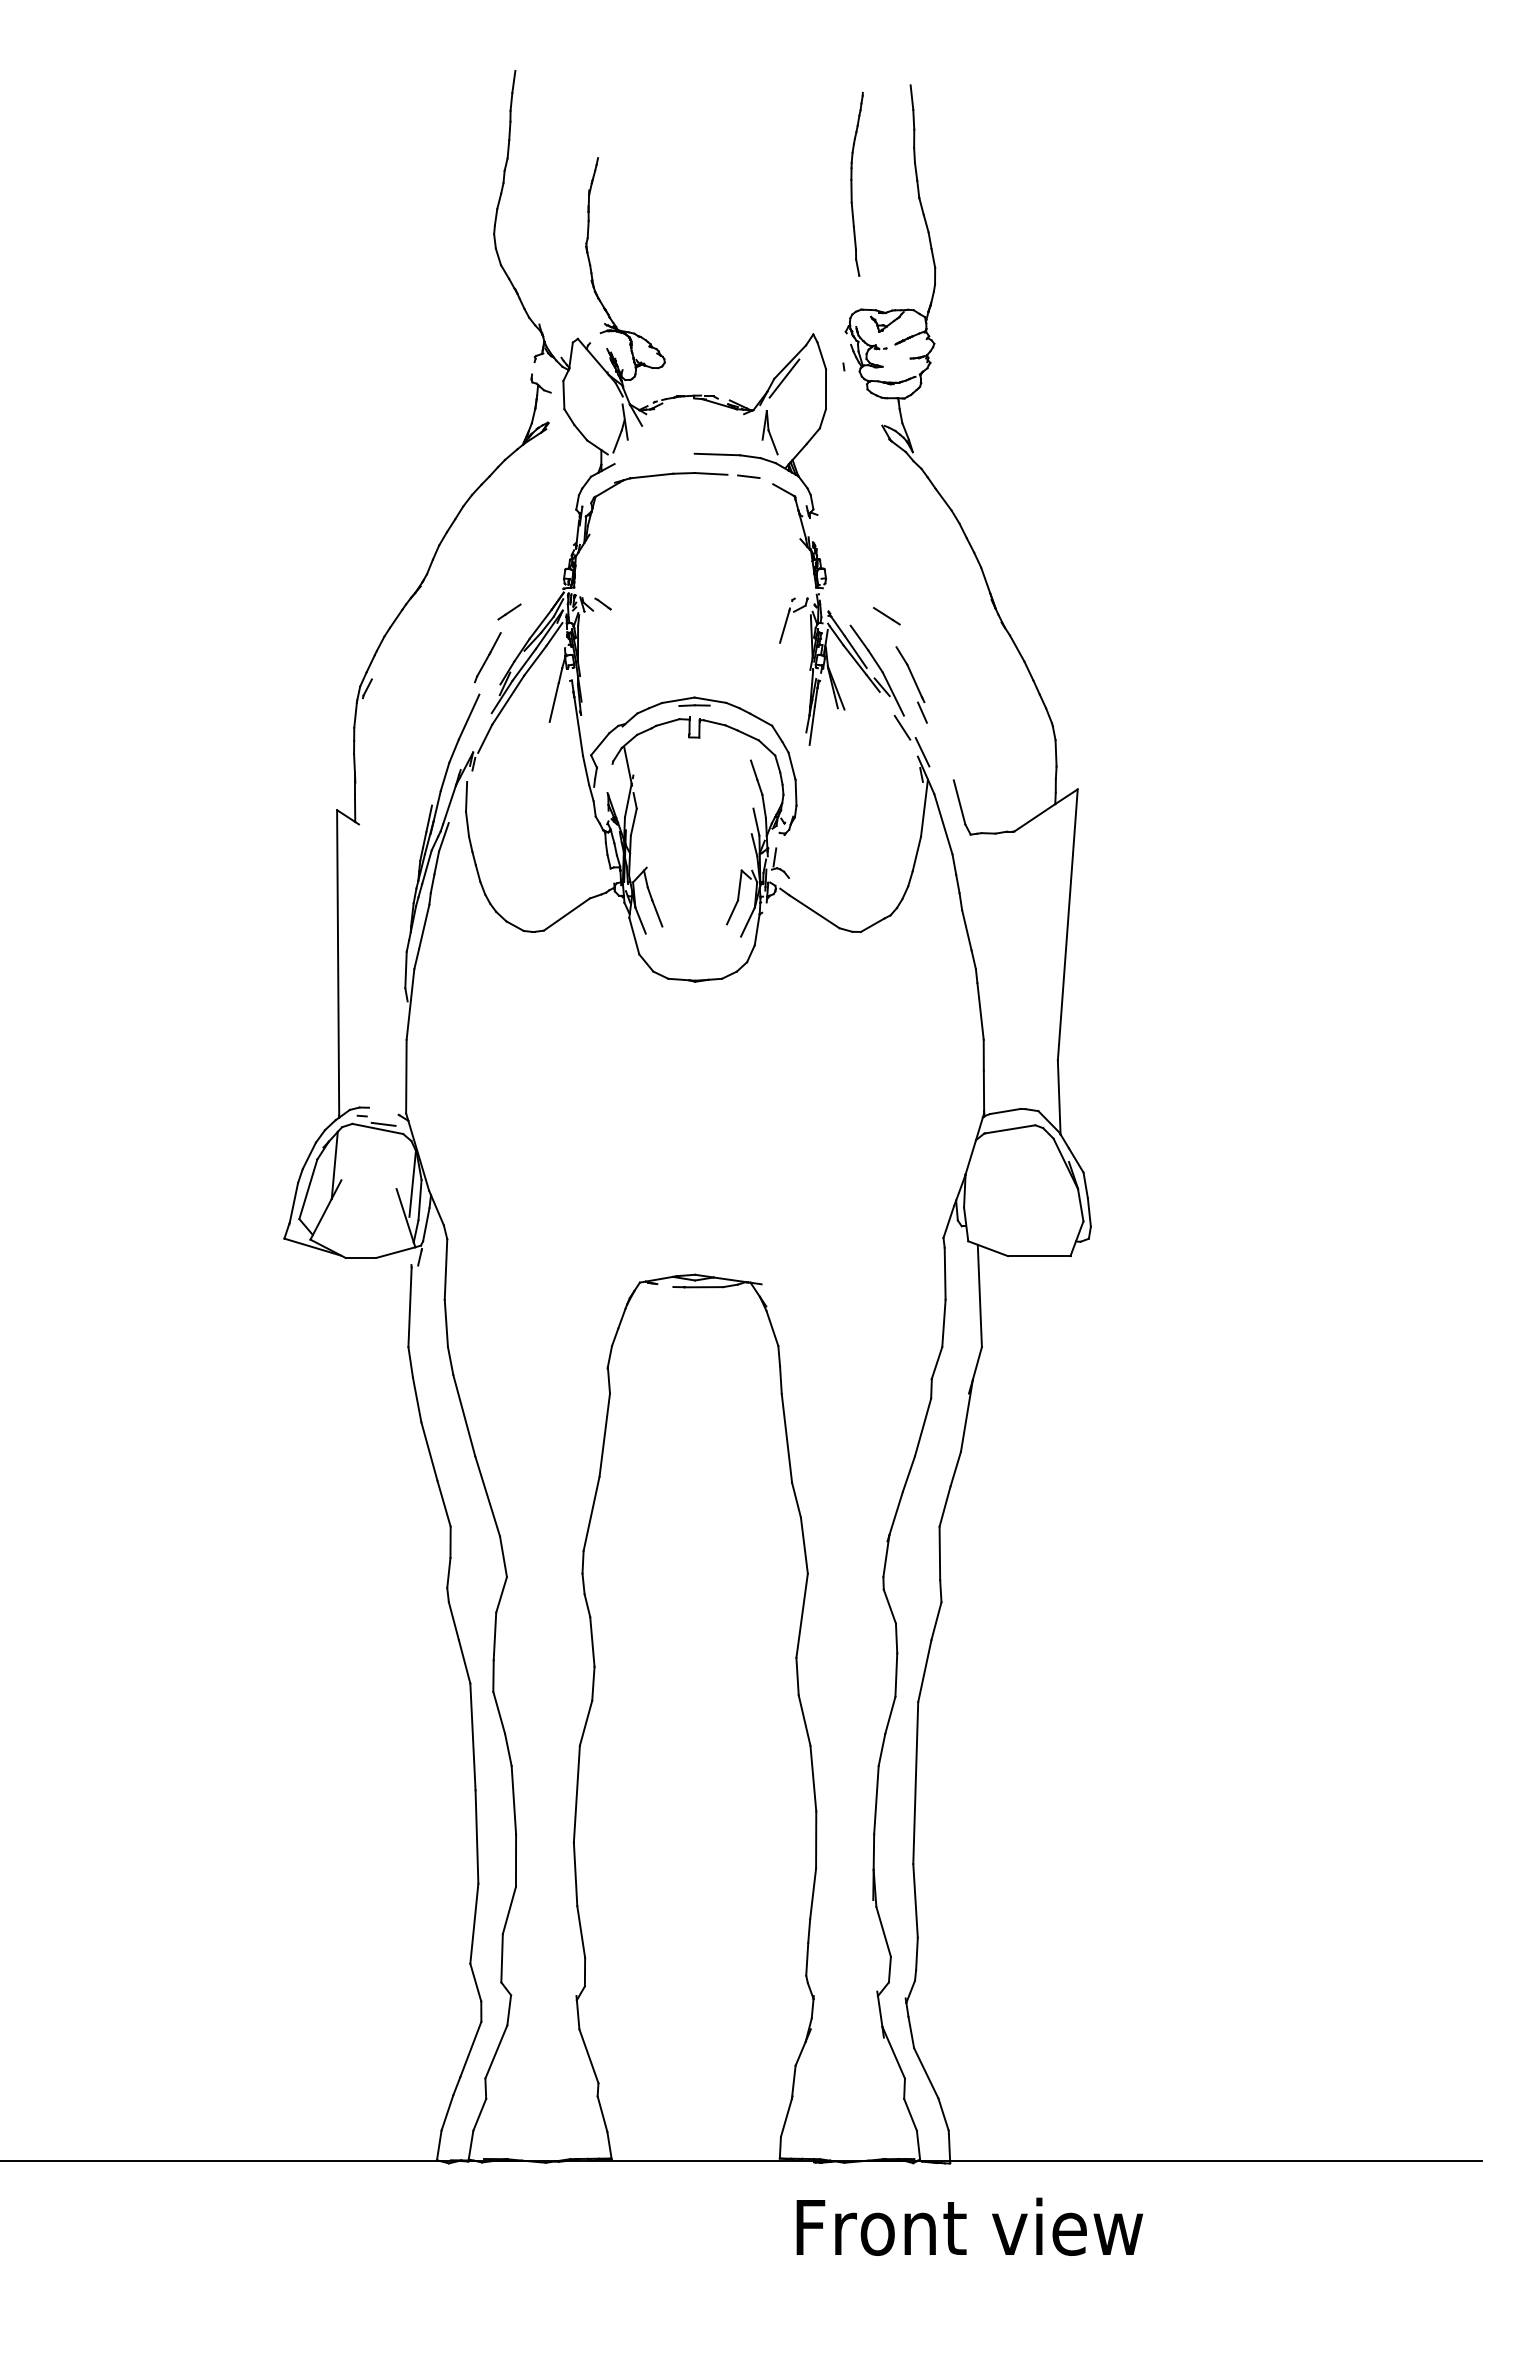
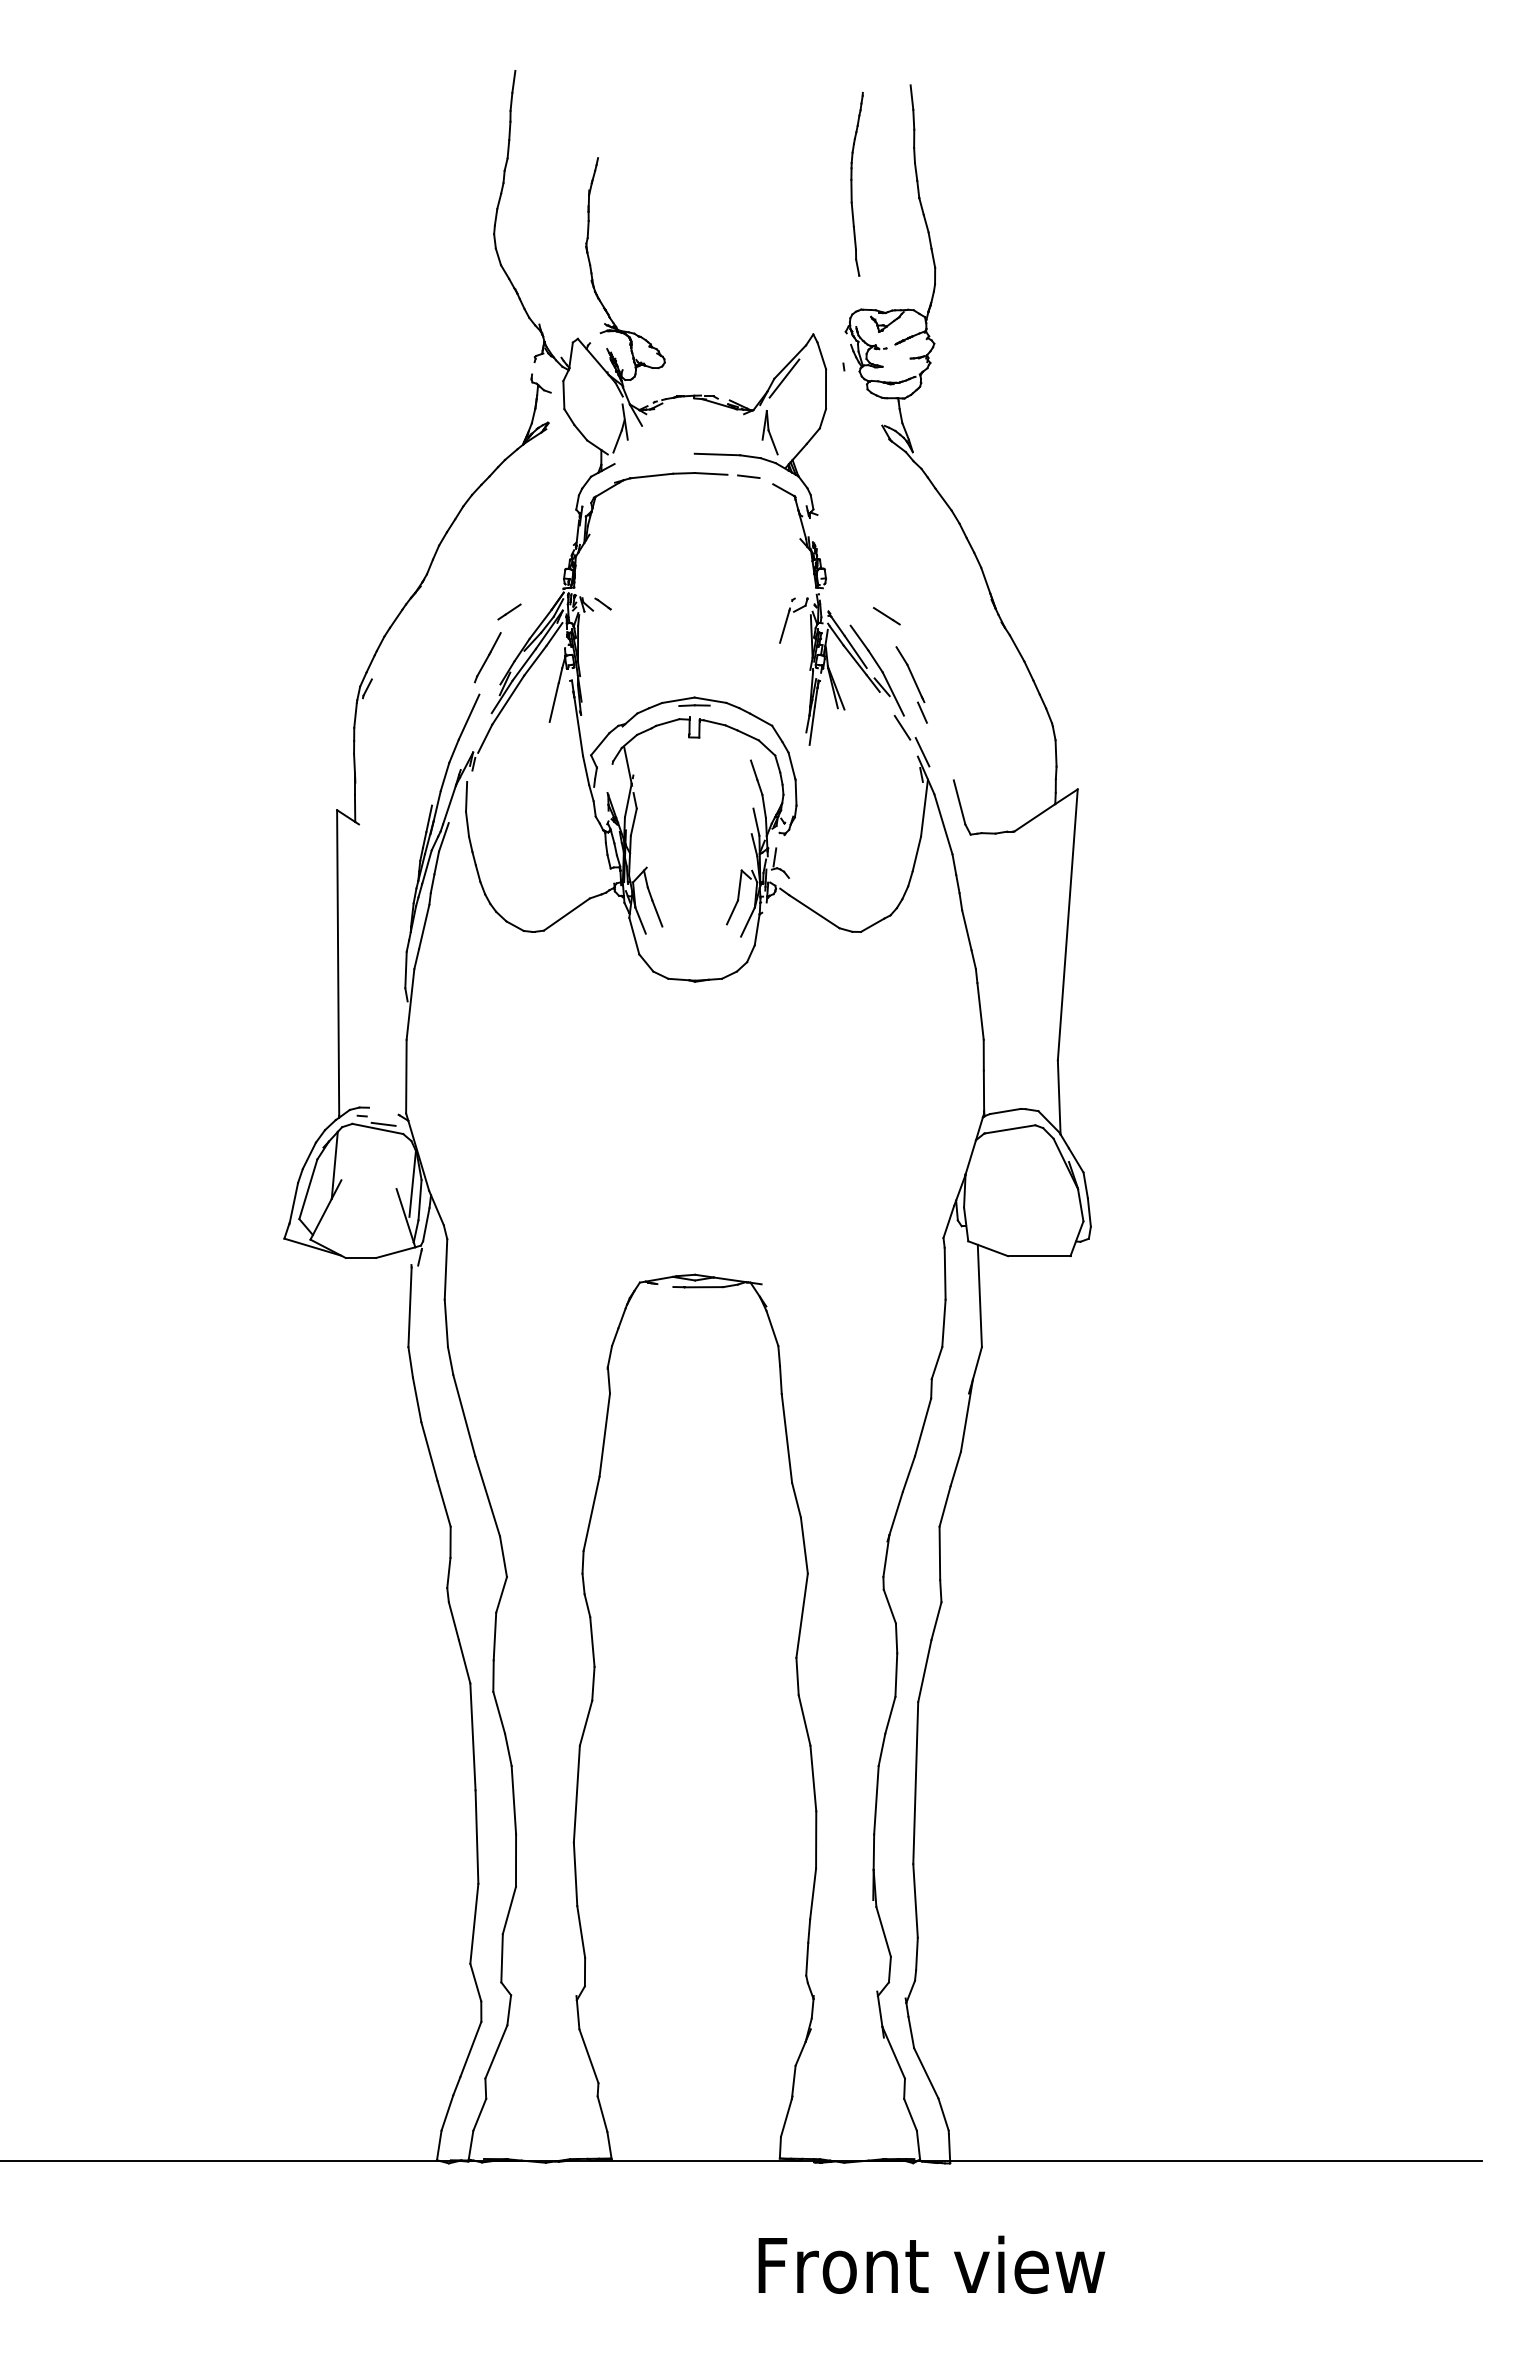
text at (969, 2226) position: (969, 2226) -> (931, 2264)
